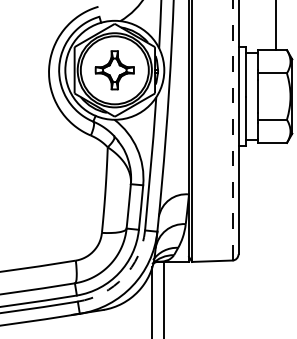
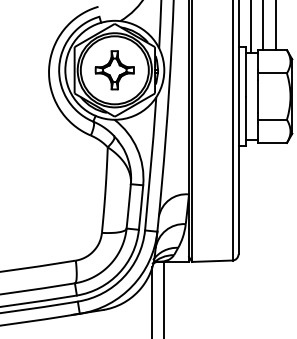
line at (263, 26): none -> present
line at (250, 27): none -> present
line at (232, 130): dashed -> solid
arc at (123, 277): dashed -> solid
